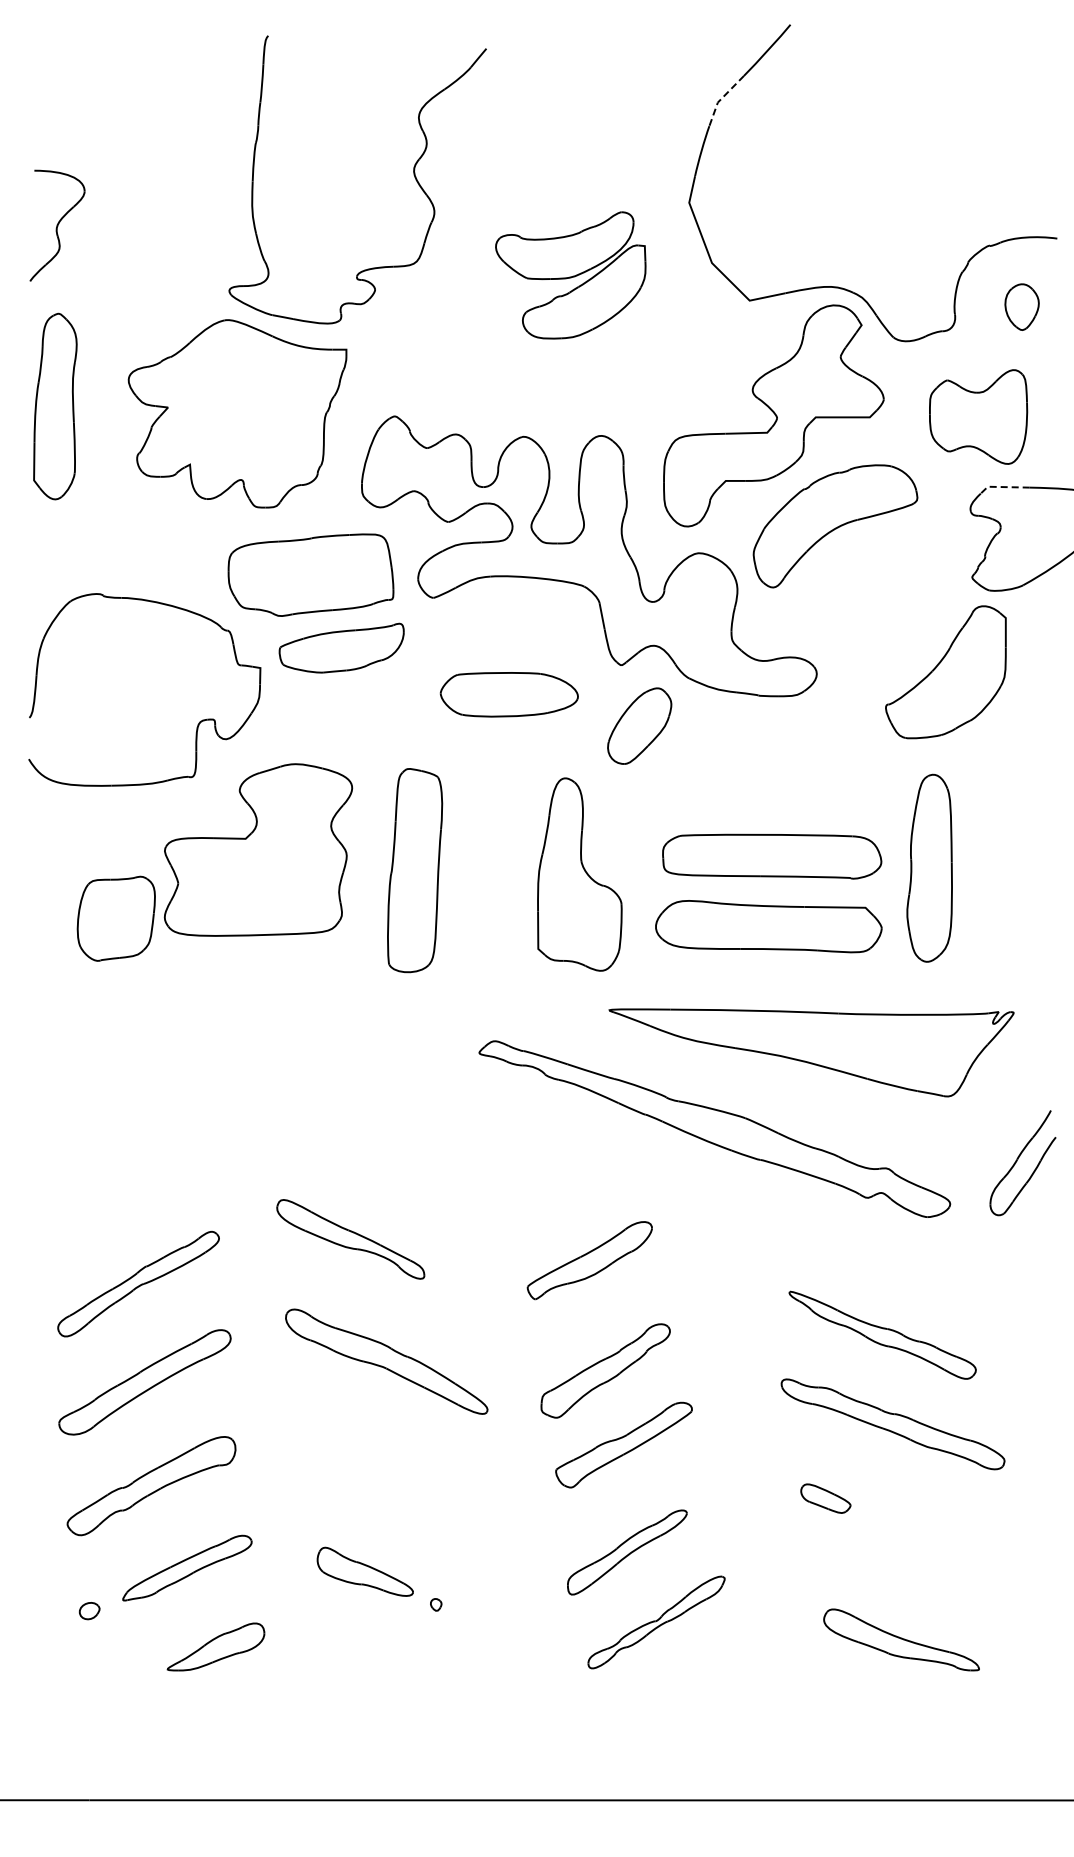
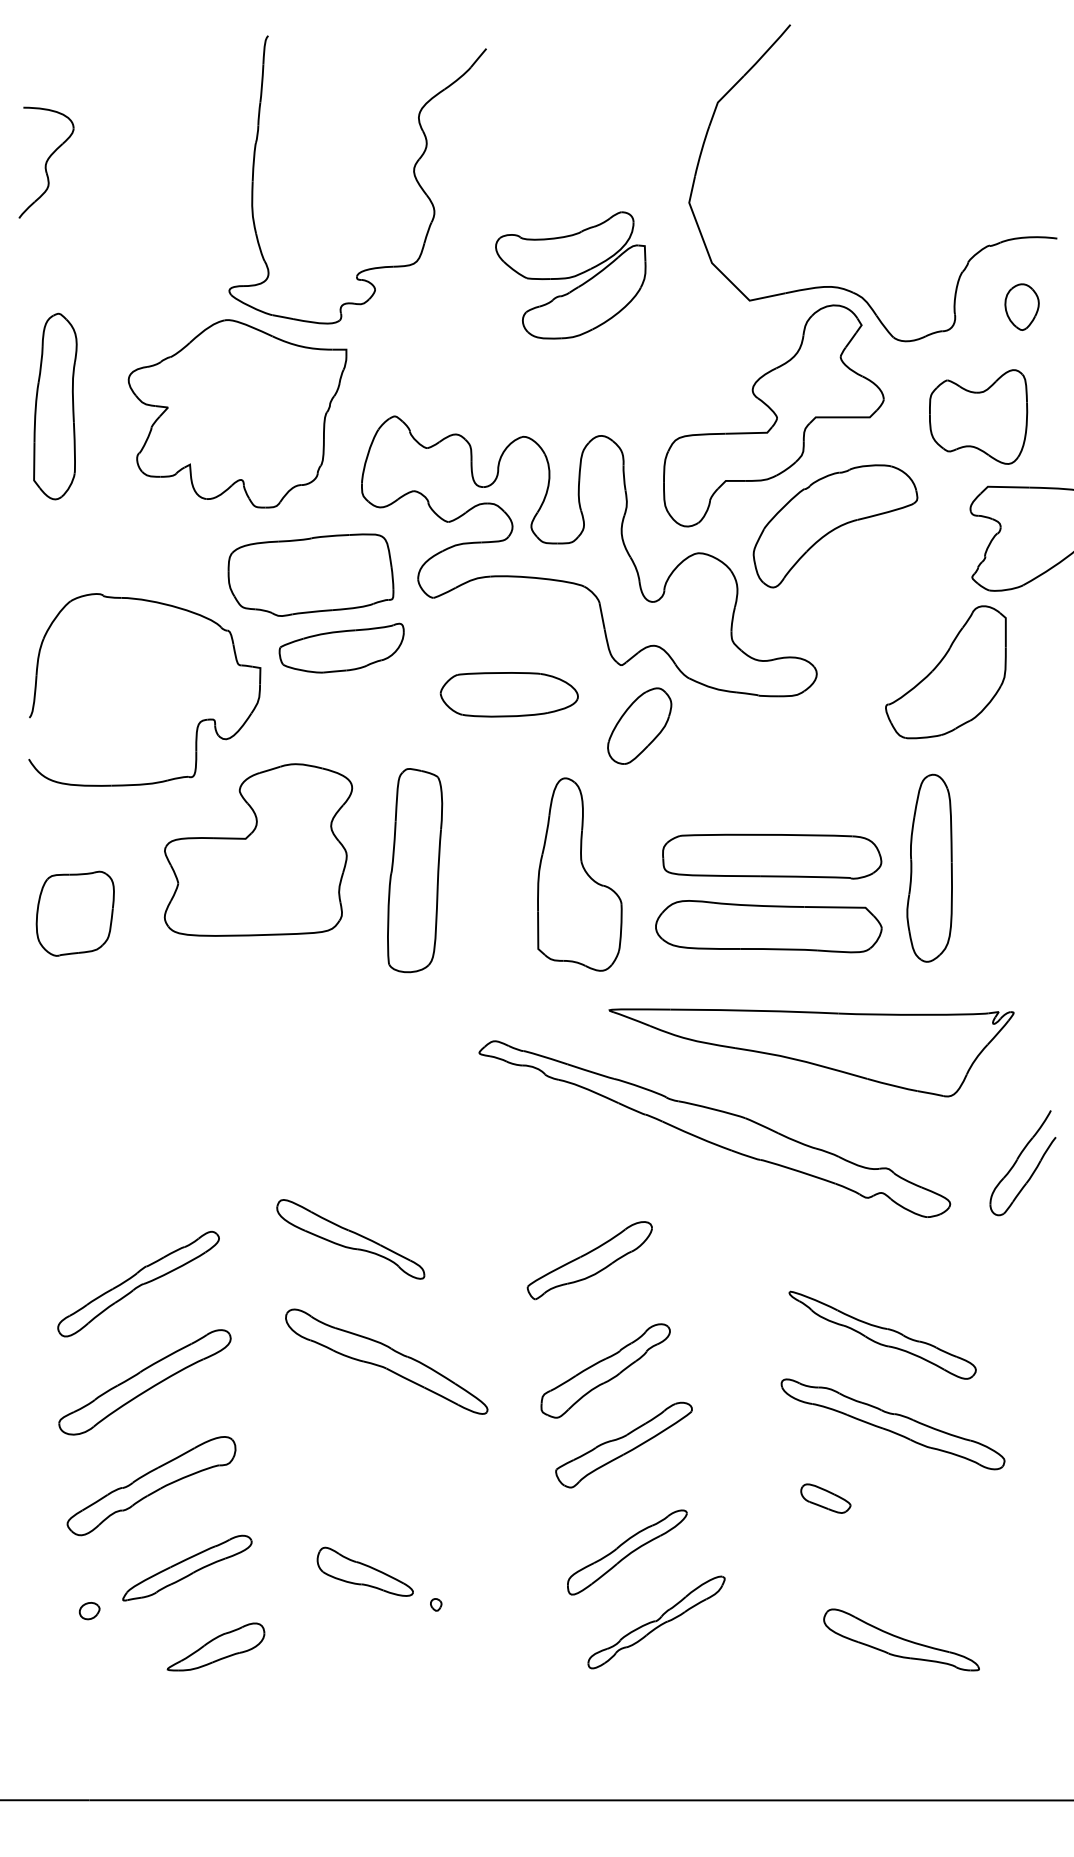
line at (721, 99): dashed -> solid
part at (57, 225) position: (57, 225) -> (46, 162)
line at (1002, 487): dashed -> solid
part at (115, 918) position: (115, 918) -> (74, 913)
